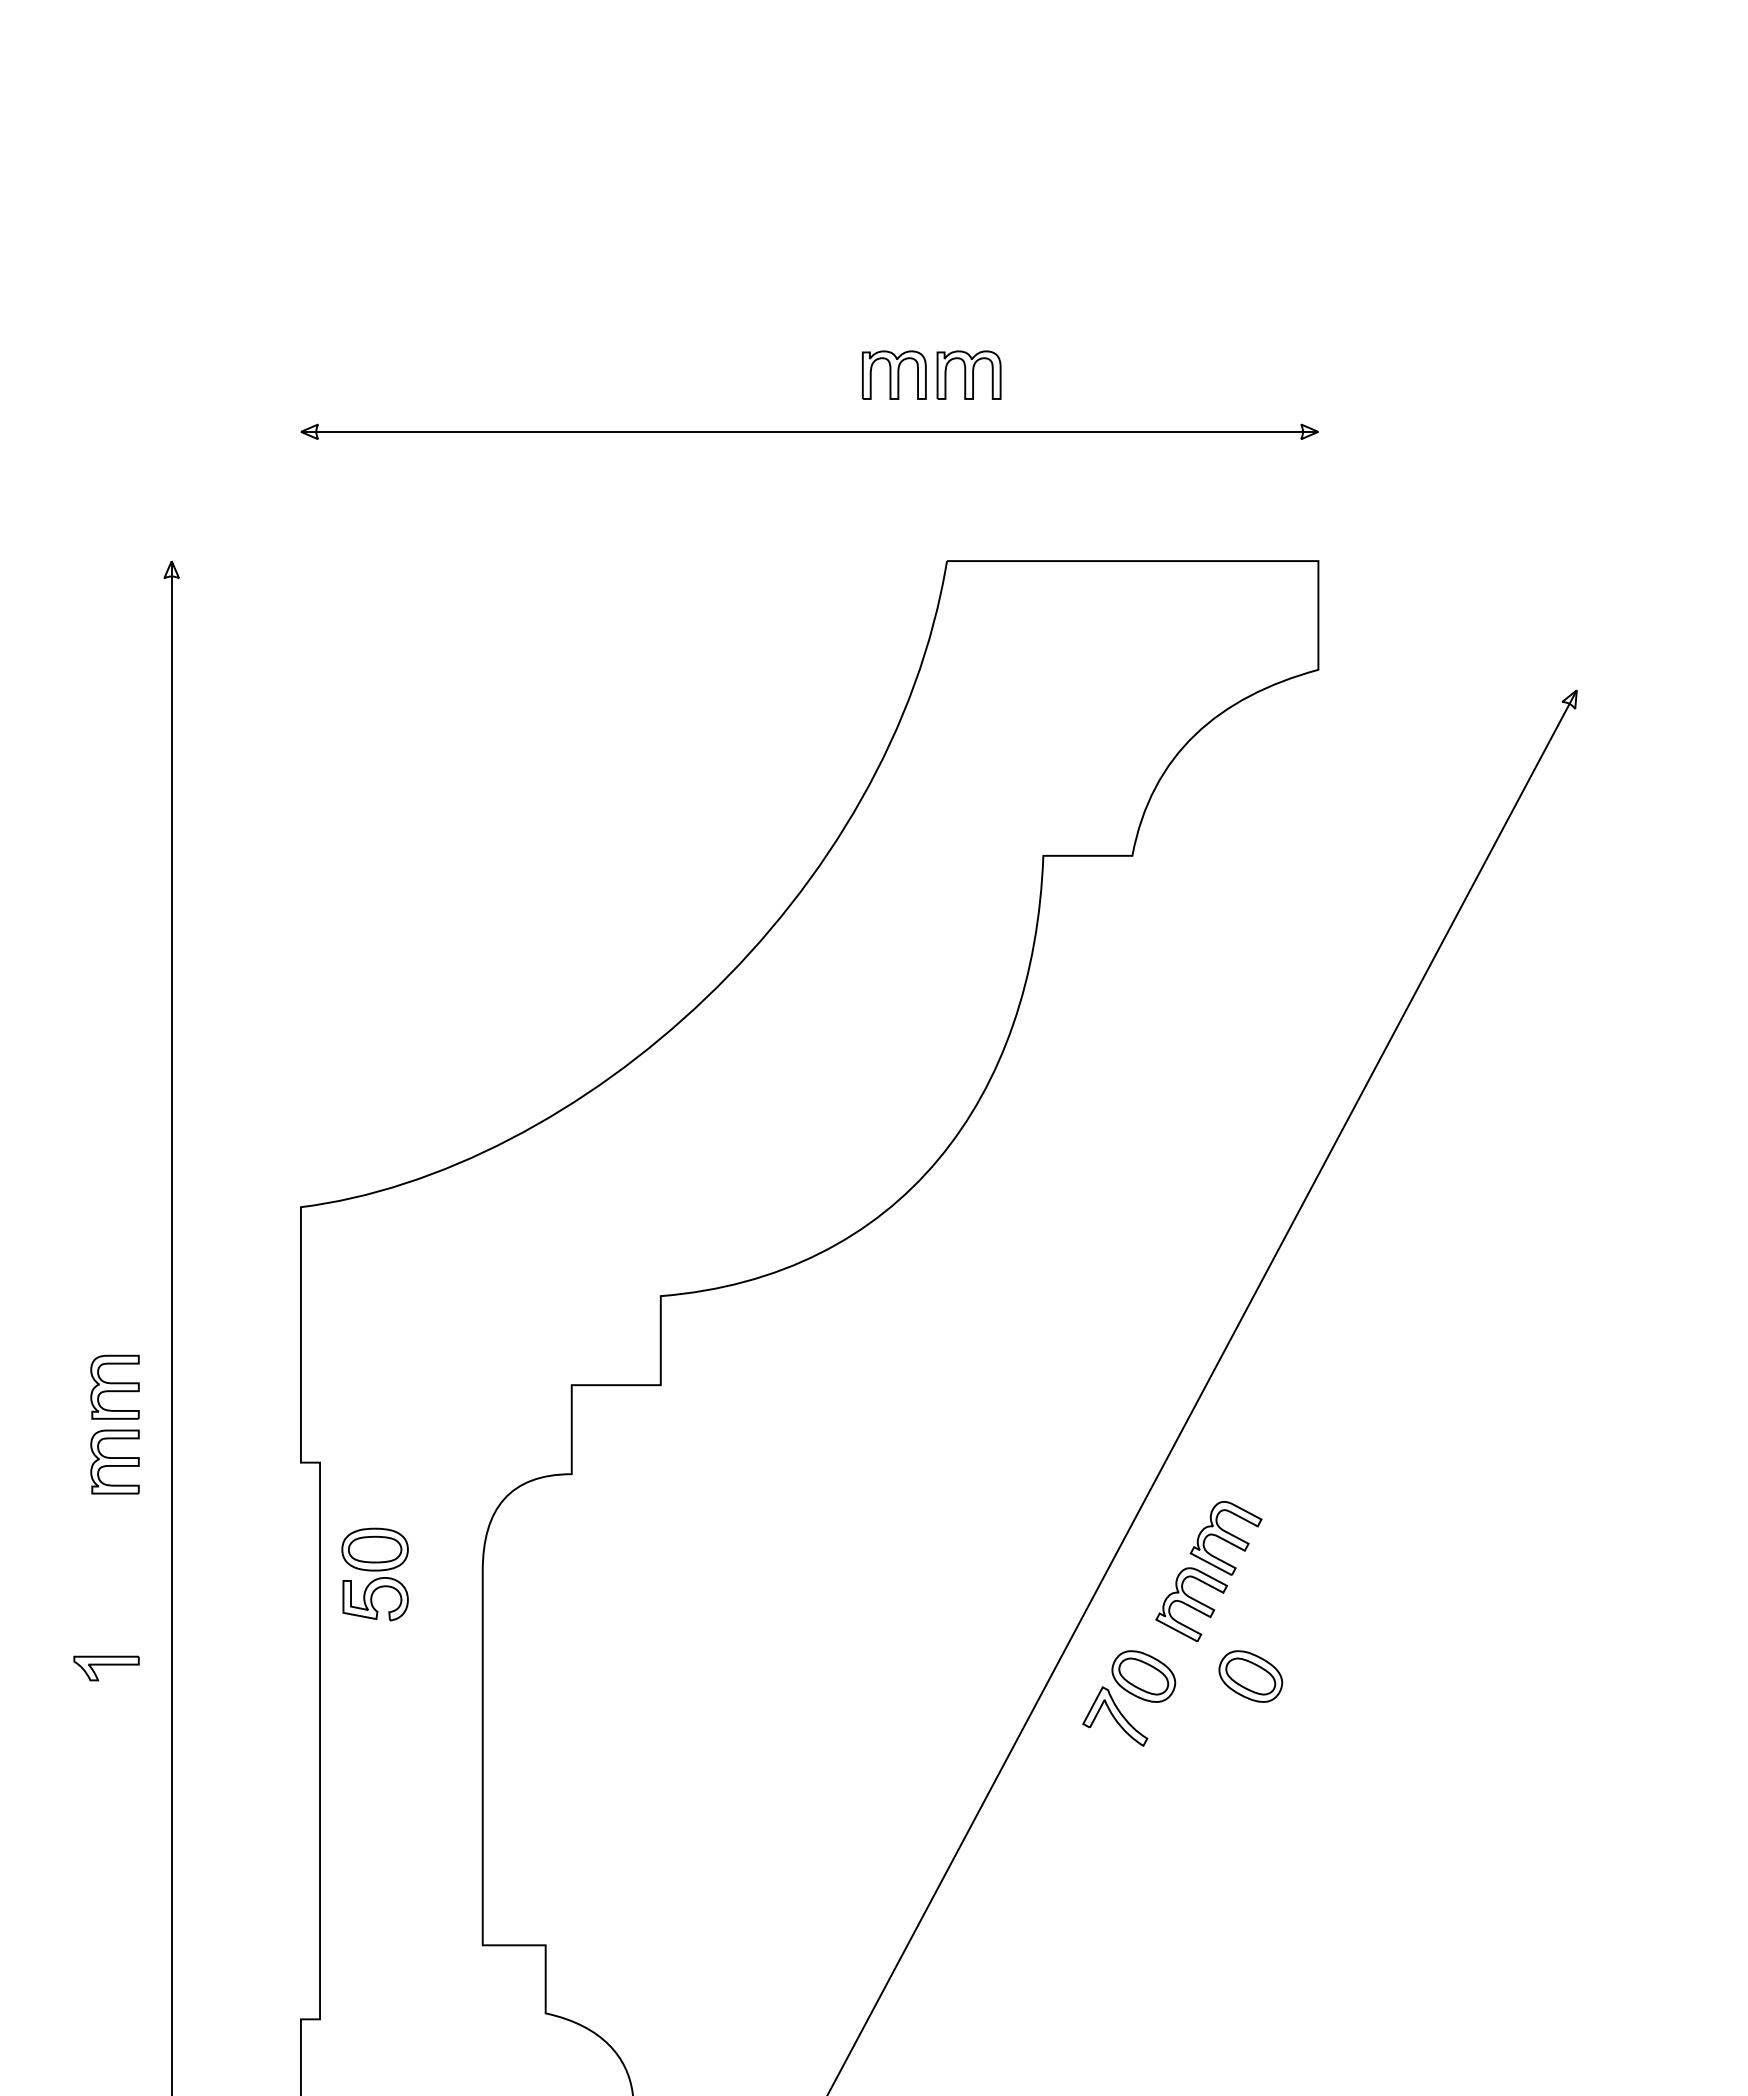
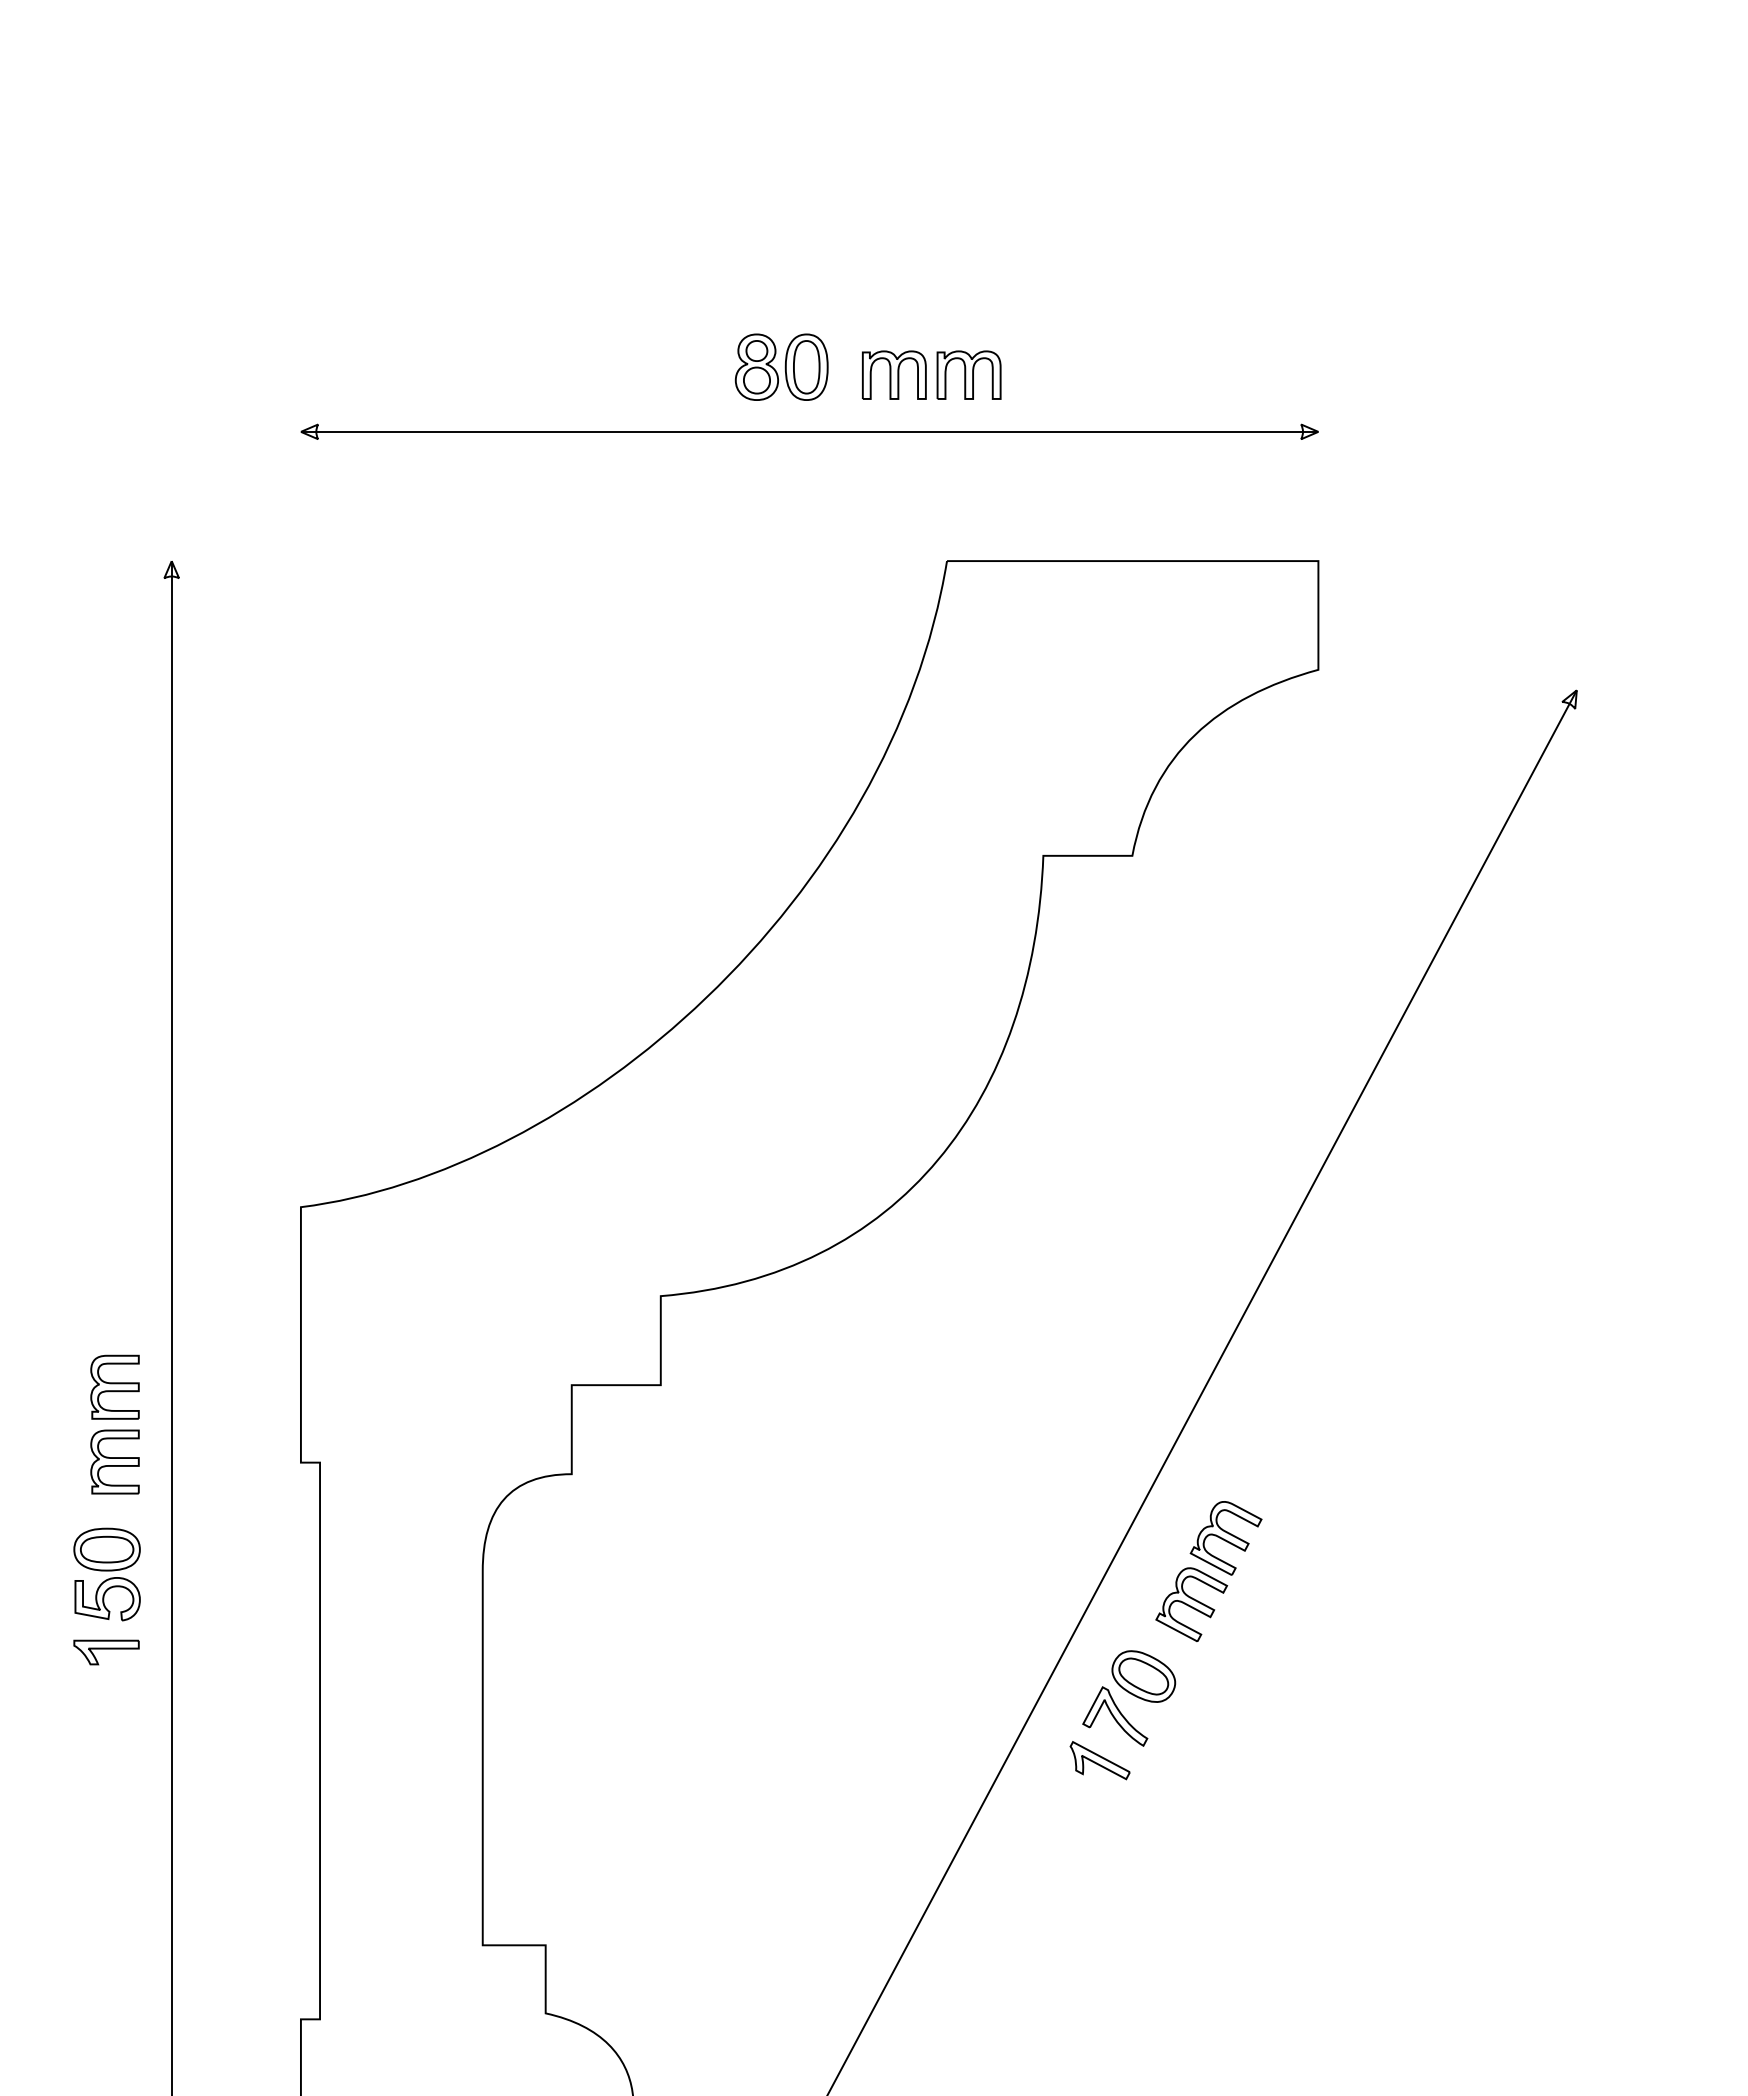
part at (781, 366): none -> present
part at (374, 1574) position: (374, 1574) -> (106, 1574)
part at (106, 1668) position: (106, 1668) -> (106, 1652)
part at (1250, 1676): present -> none
part at (1099, 1760): none -> present
